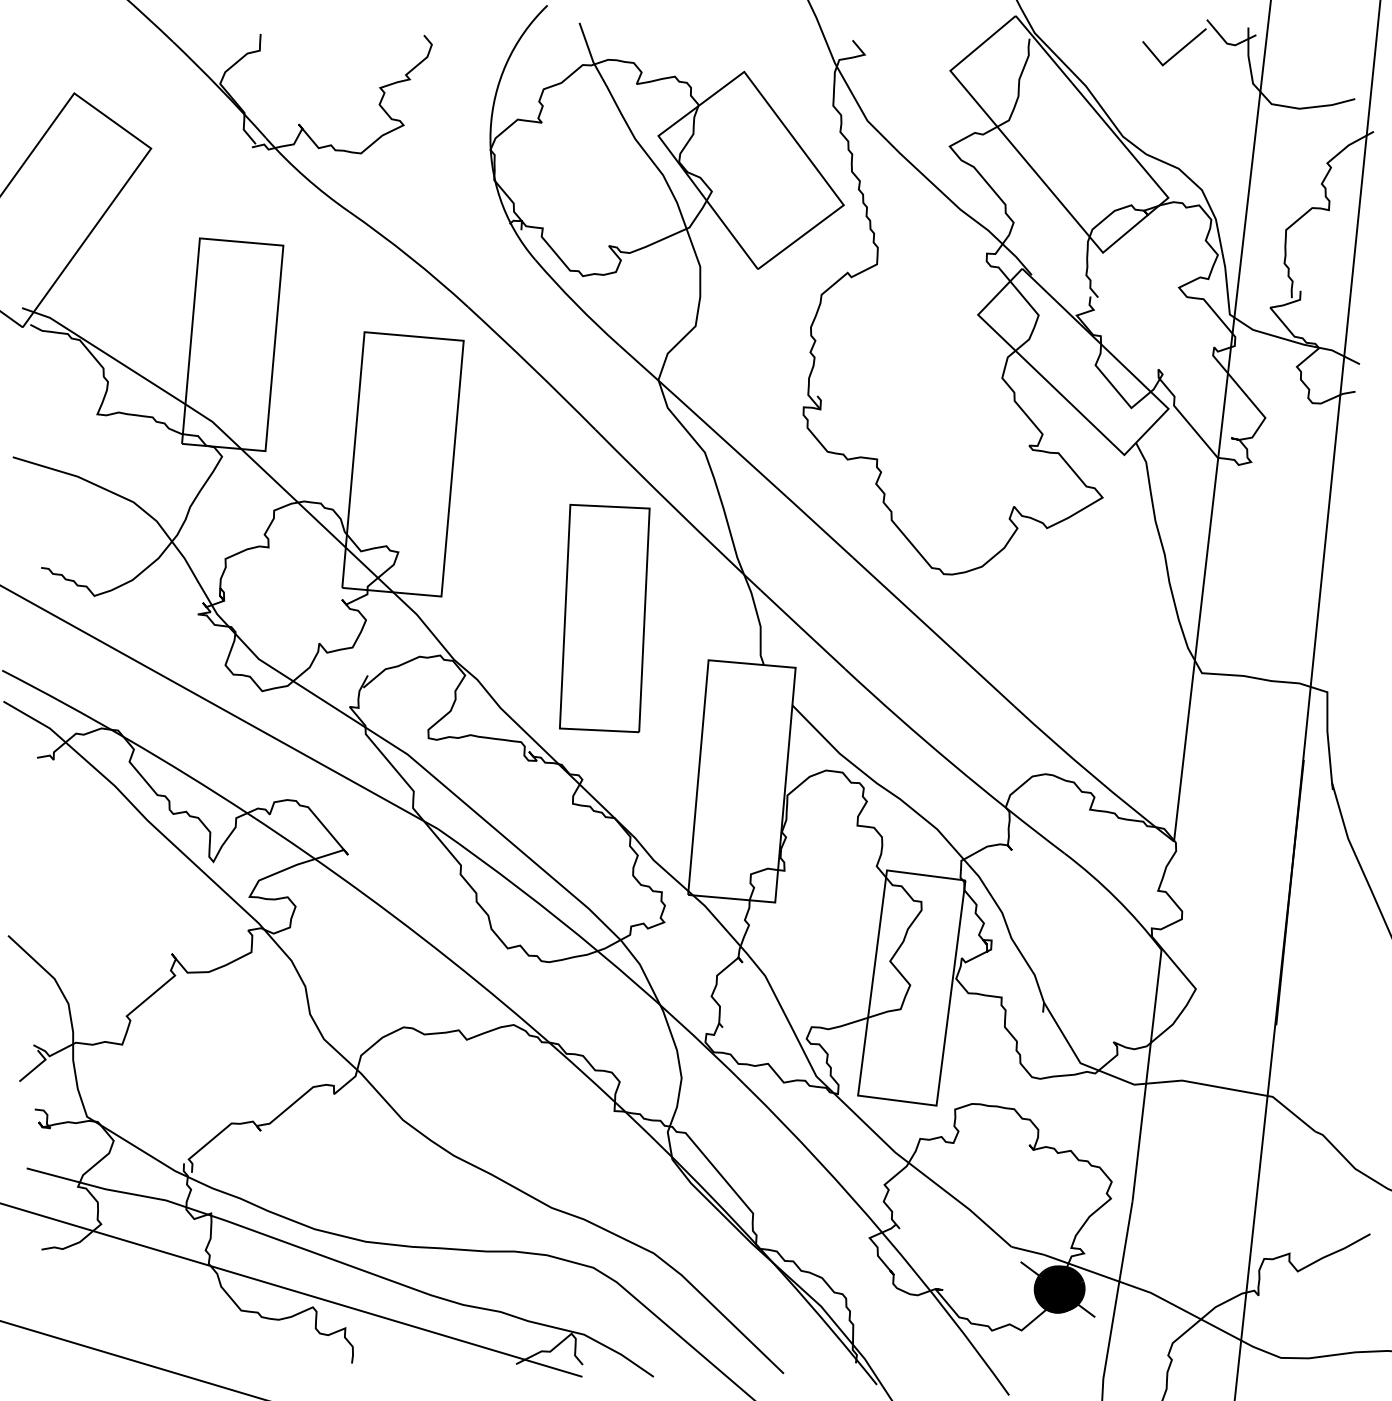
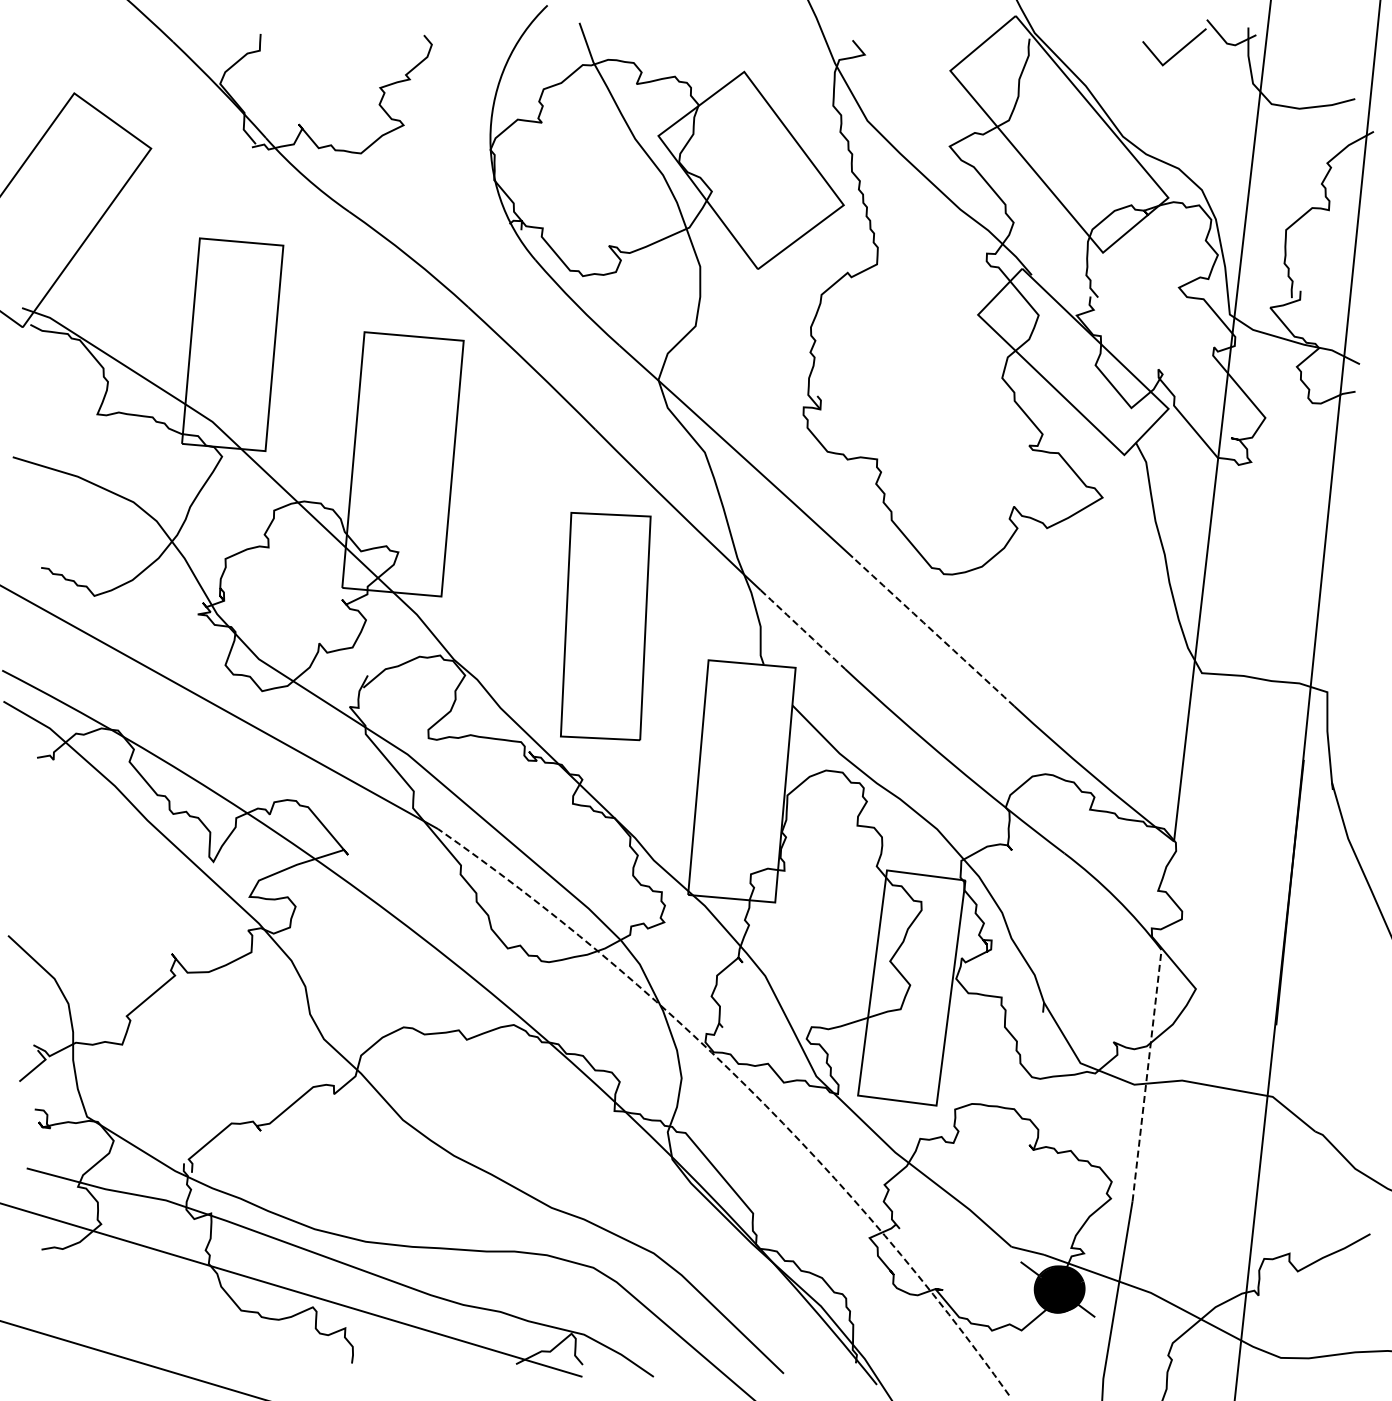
part at (604, 618) position: (604, 618) -> (605, 626)
arc at (802, 629): solid -> dashed
arc at (933, 631): solid -> dashed
line at (1147, 1075): solid -> dashed
arc at (747, 1087): solid -> dashed
